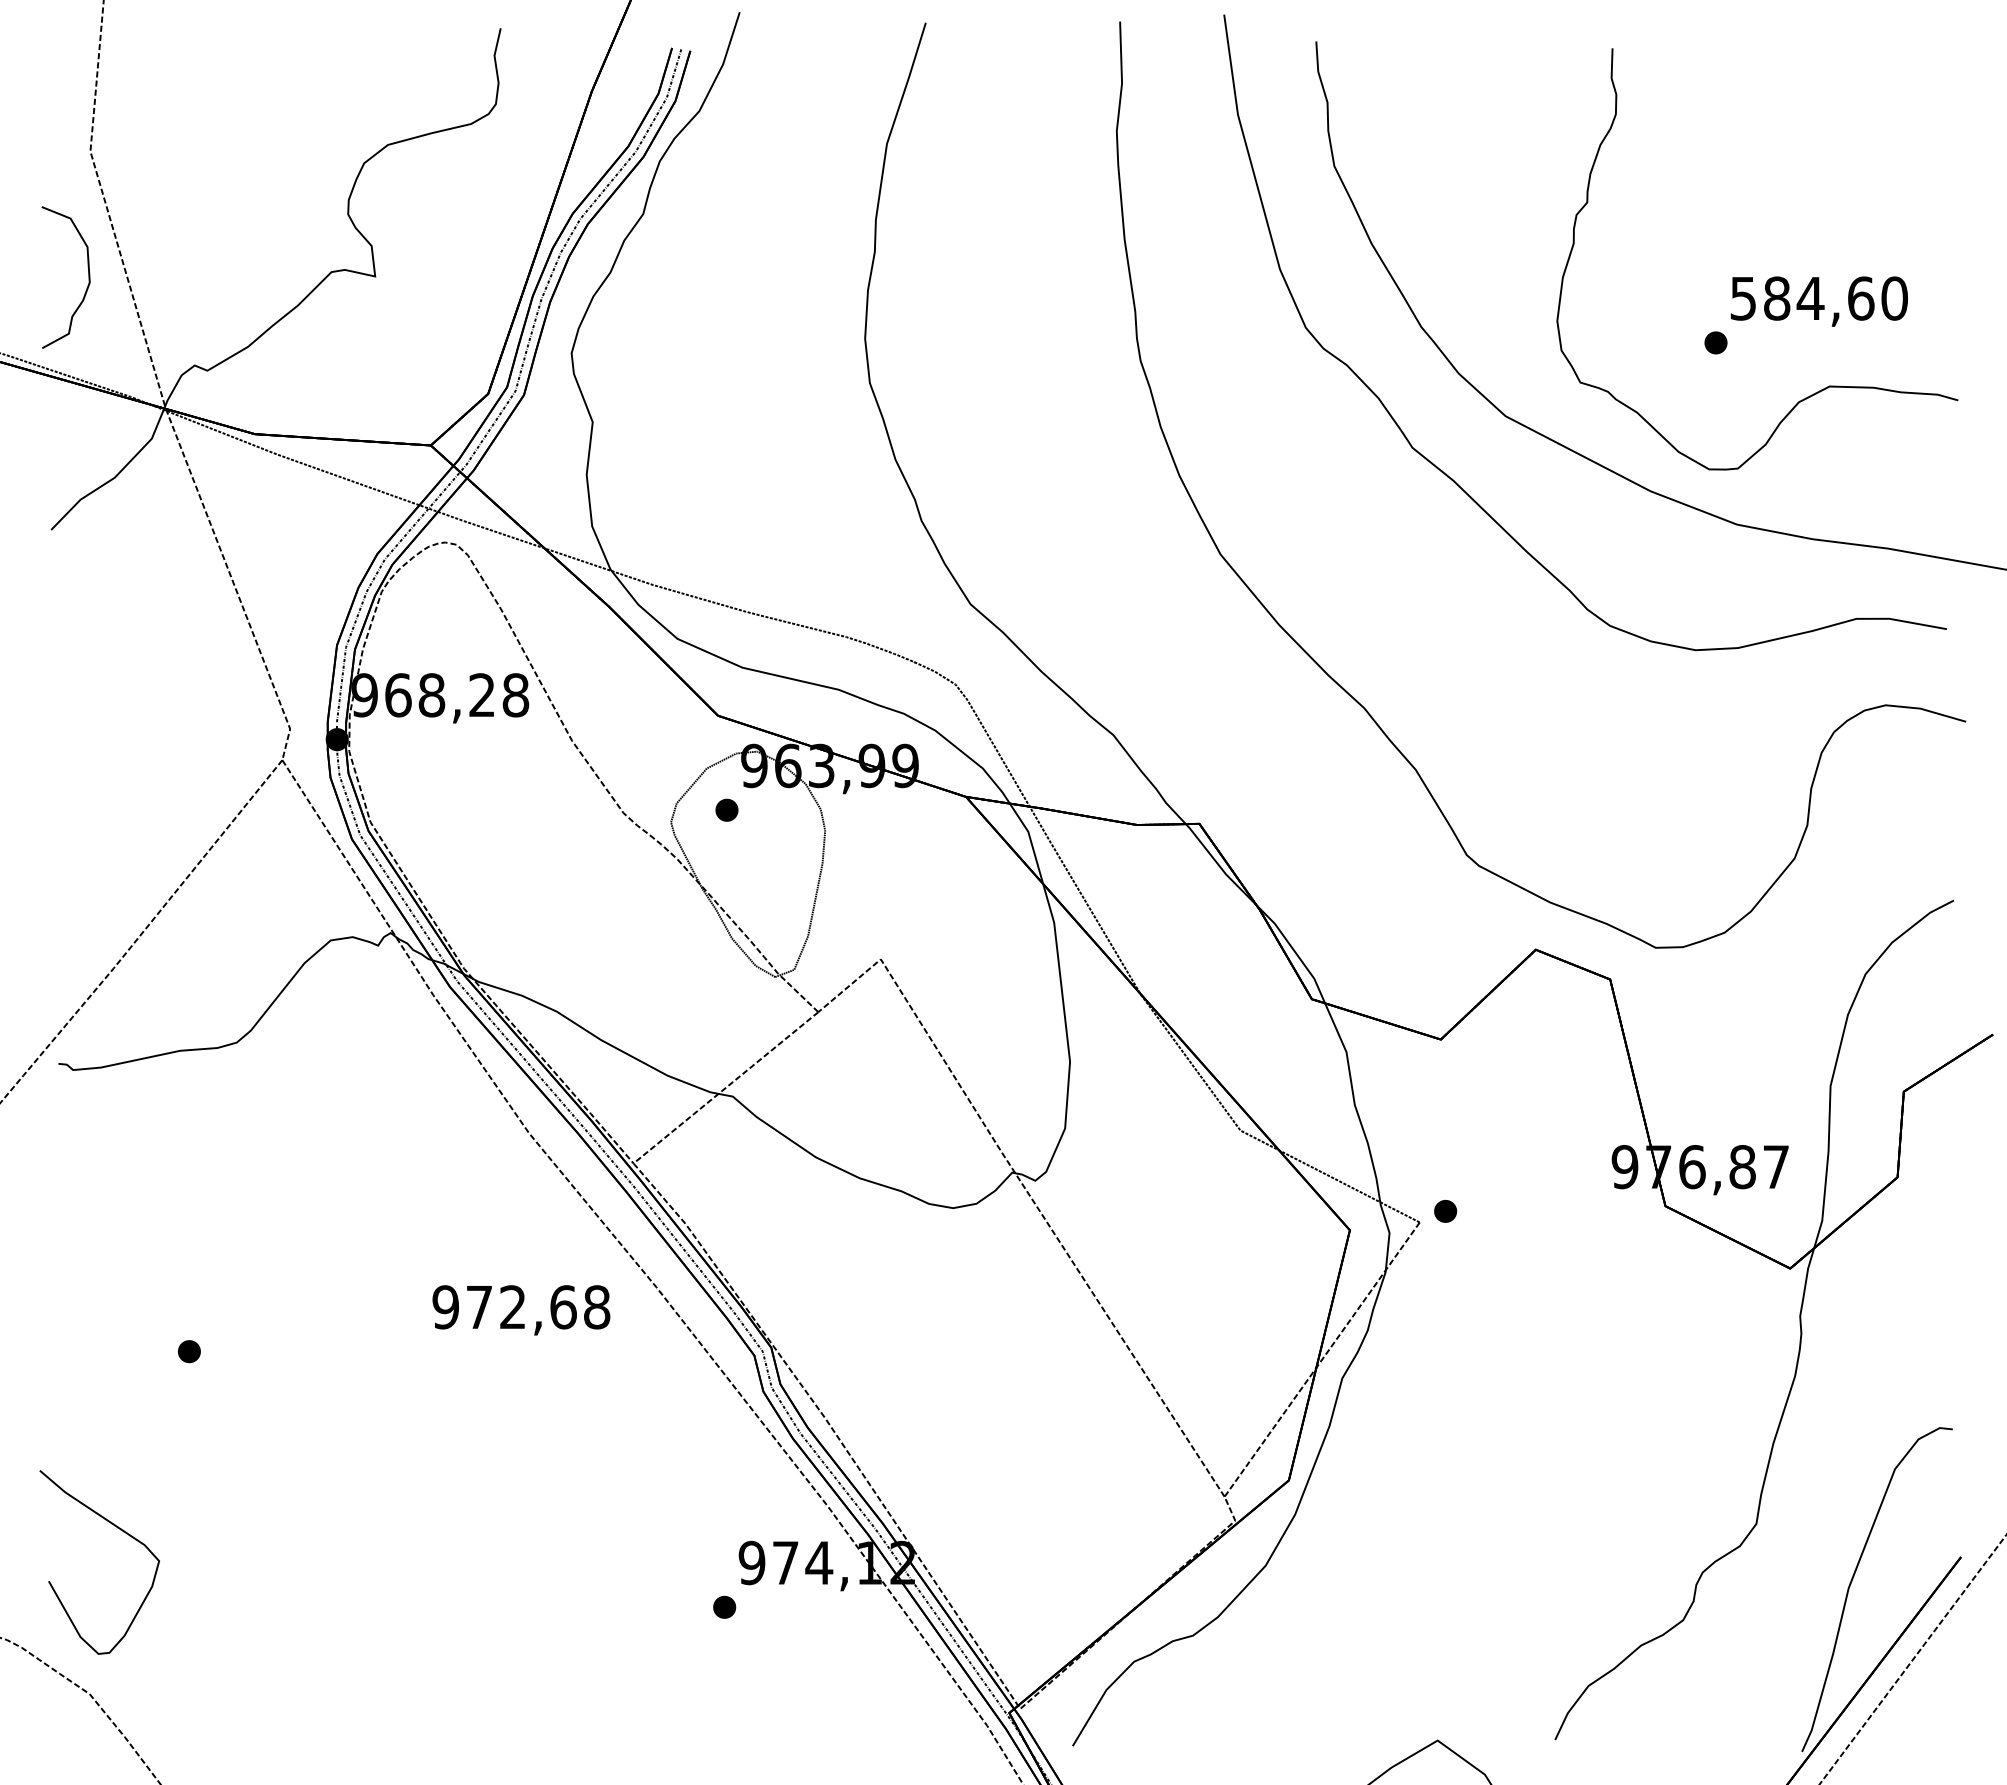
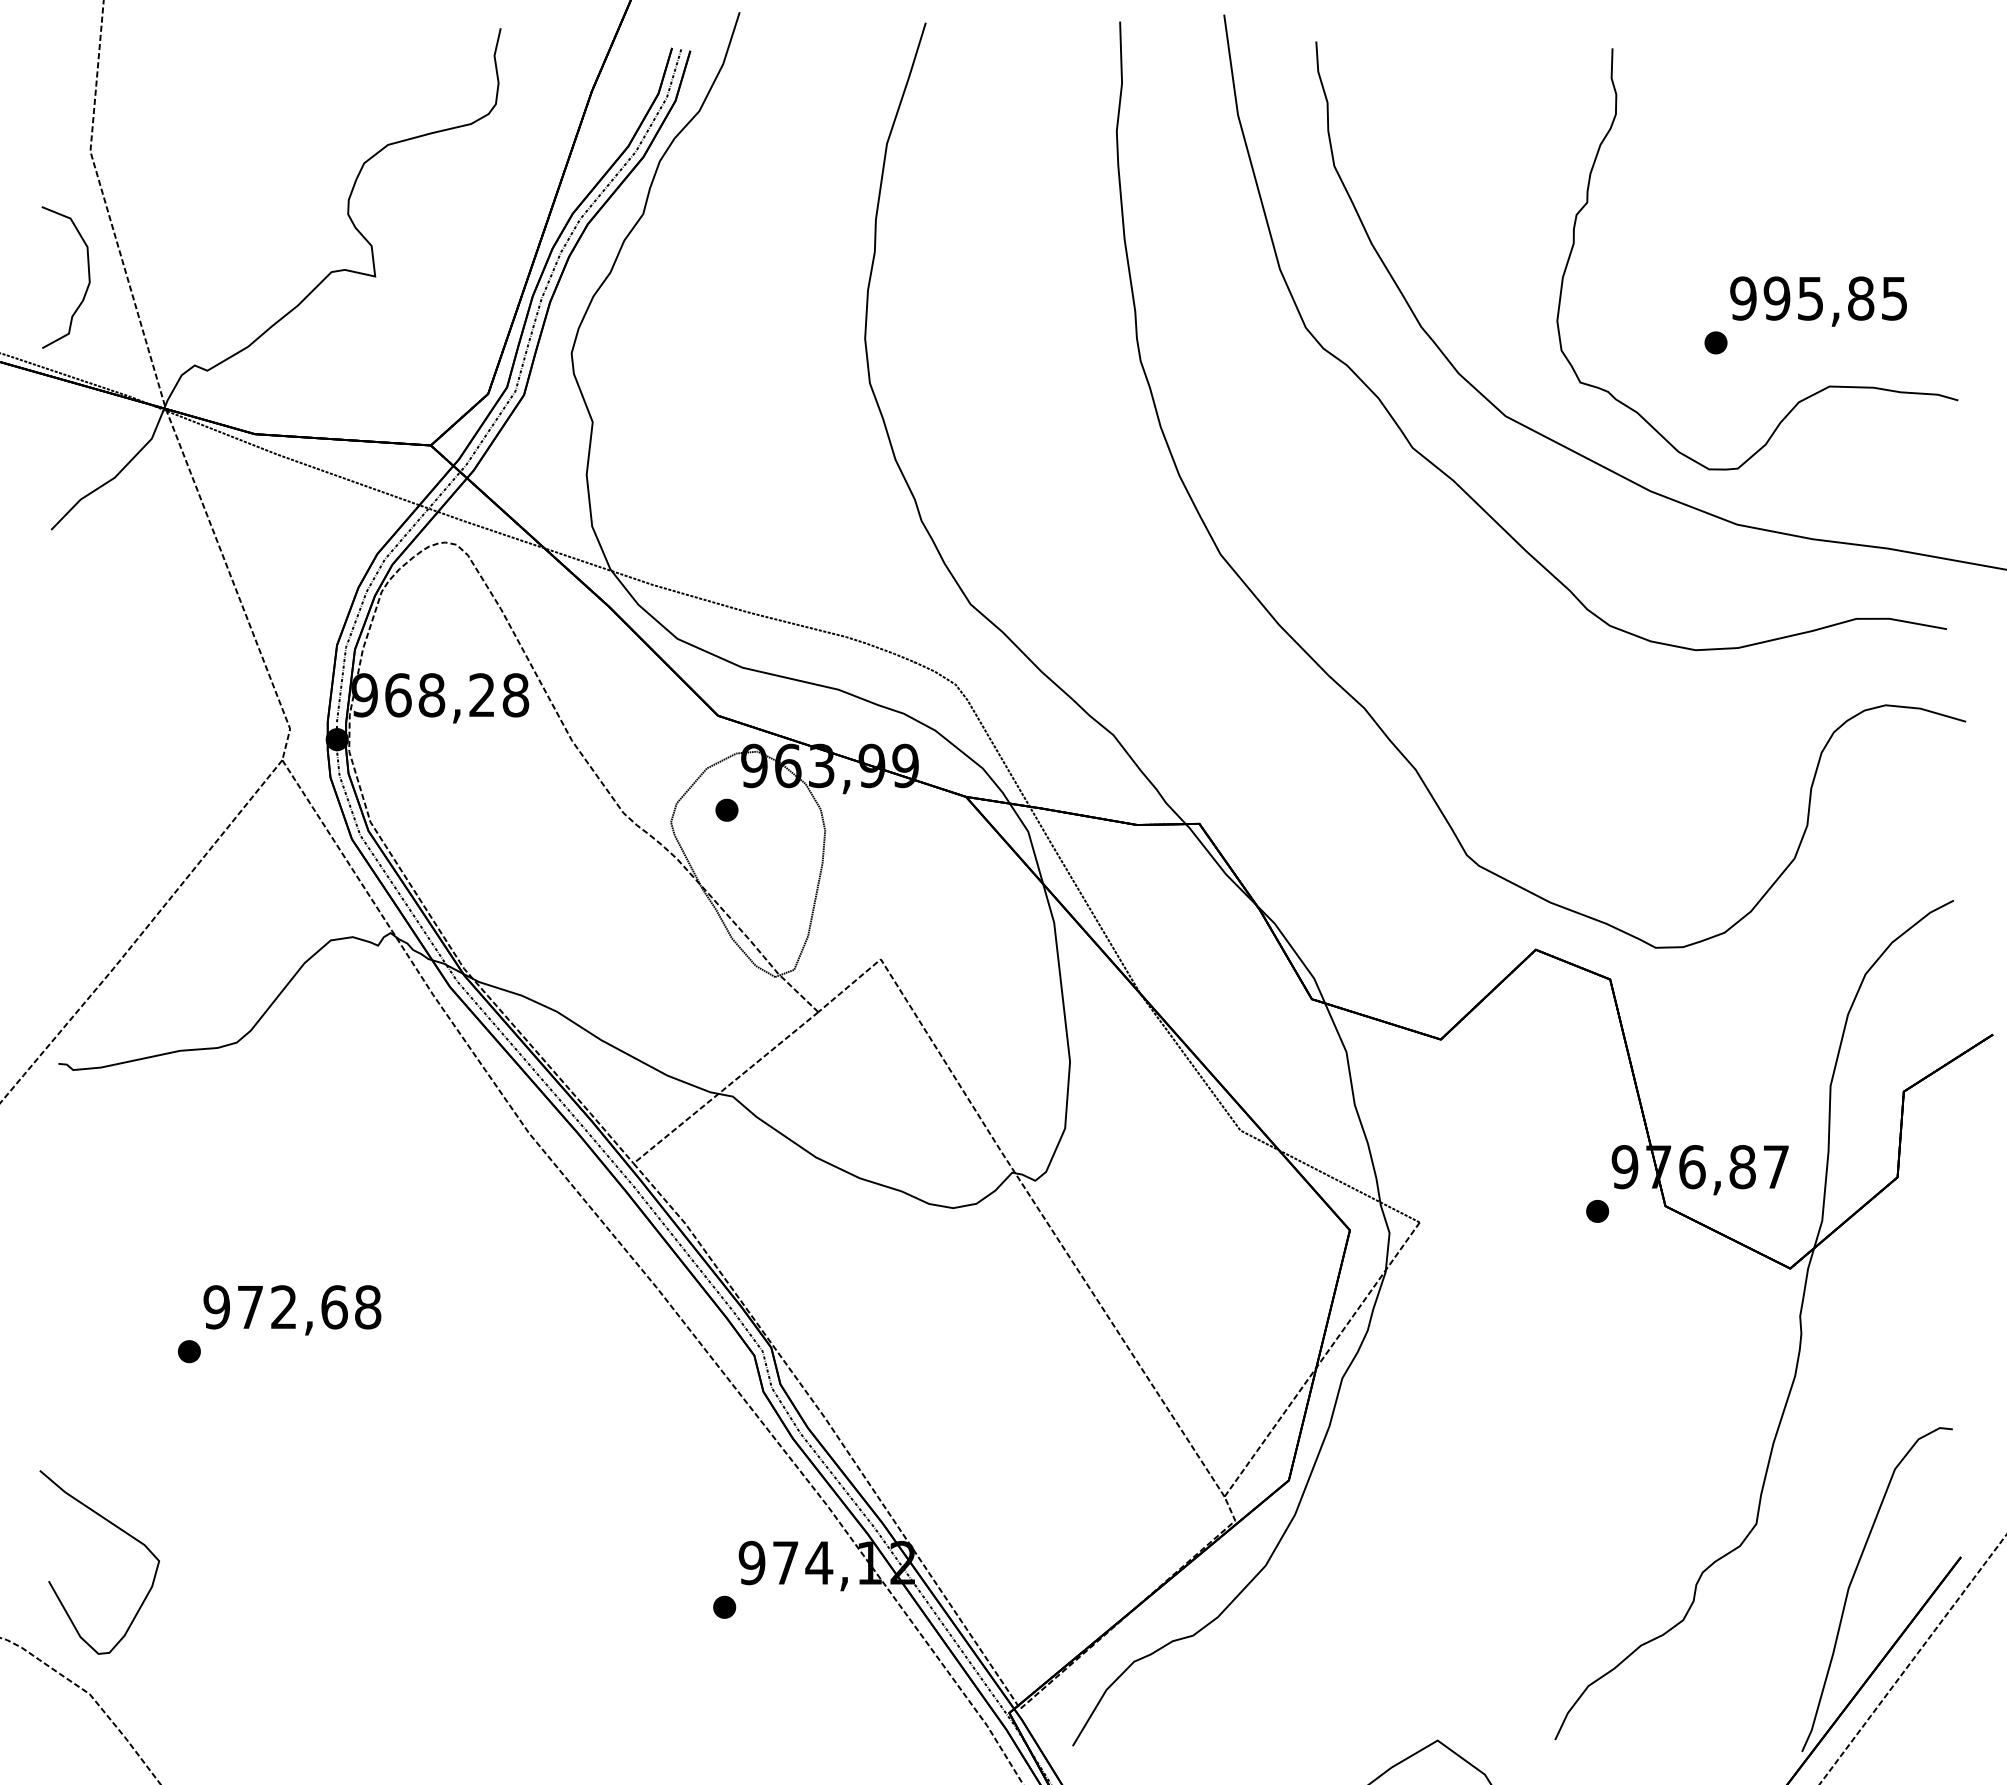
text at (1819, 298): 584,60 -> 995,85
part at (1445, 1211) position: (1445, 1211) -> (1597, 1211)
text at (521, 1310) position: (521, 1310) -> (292, 1310)
